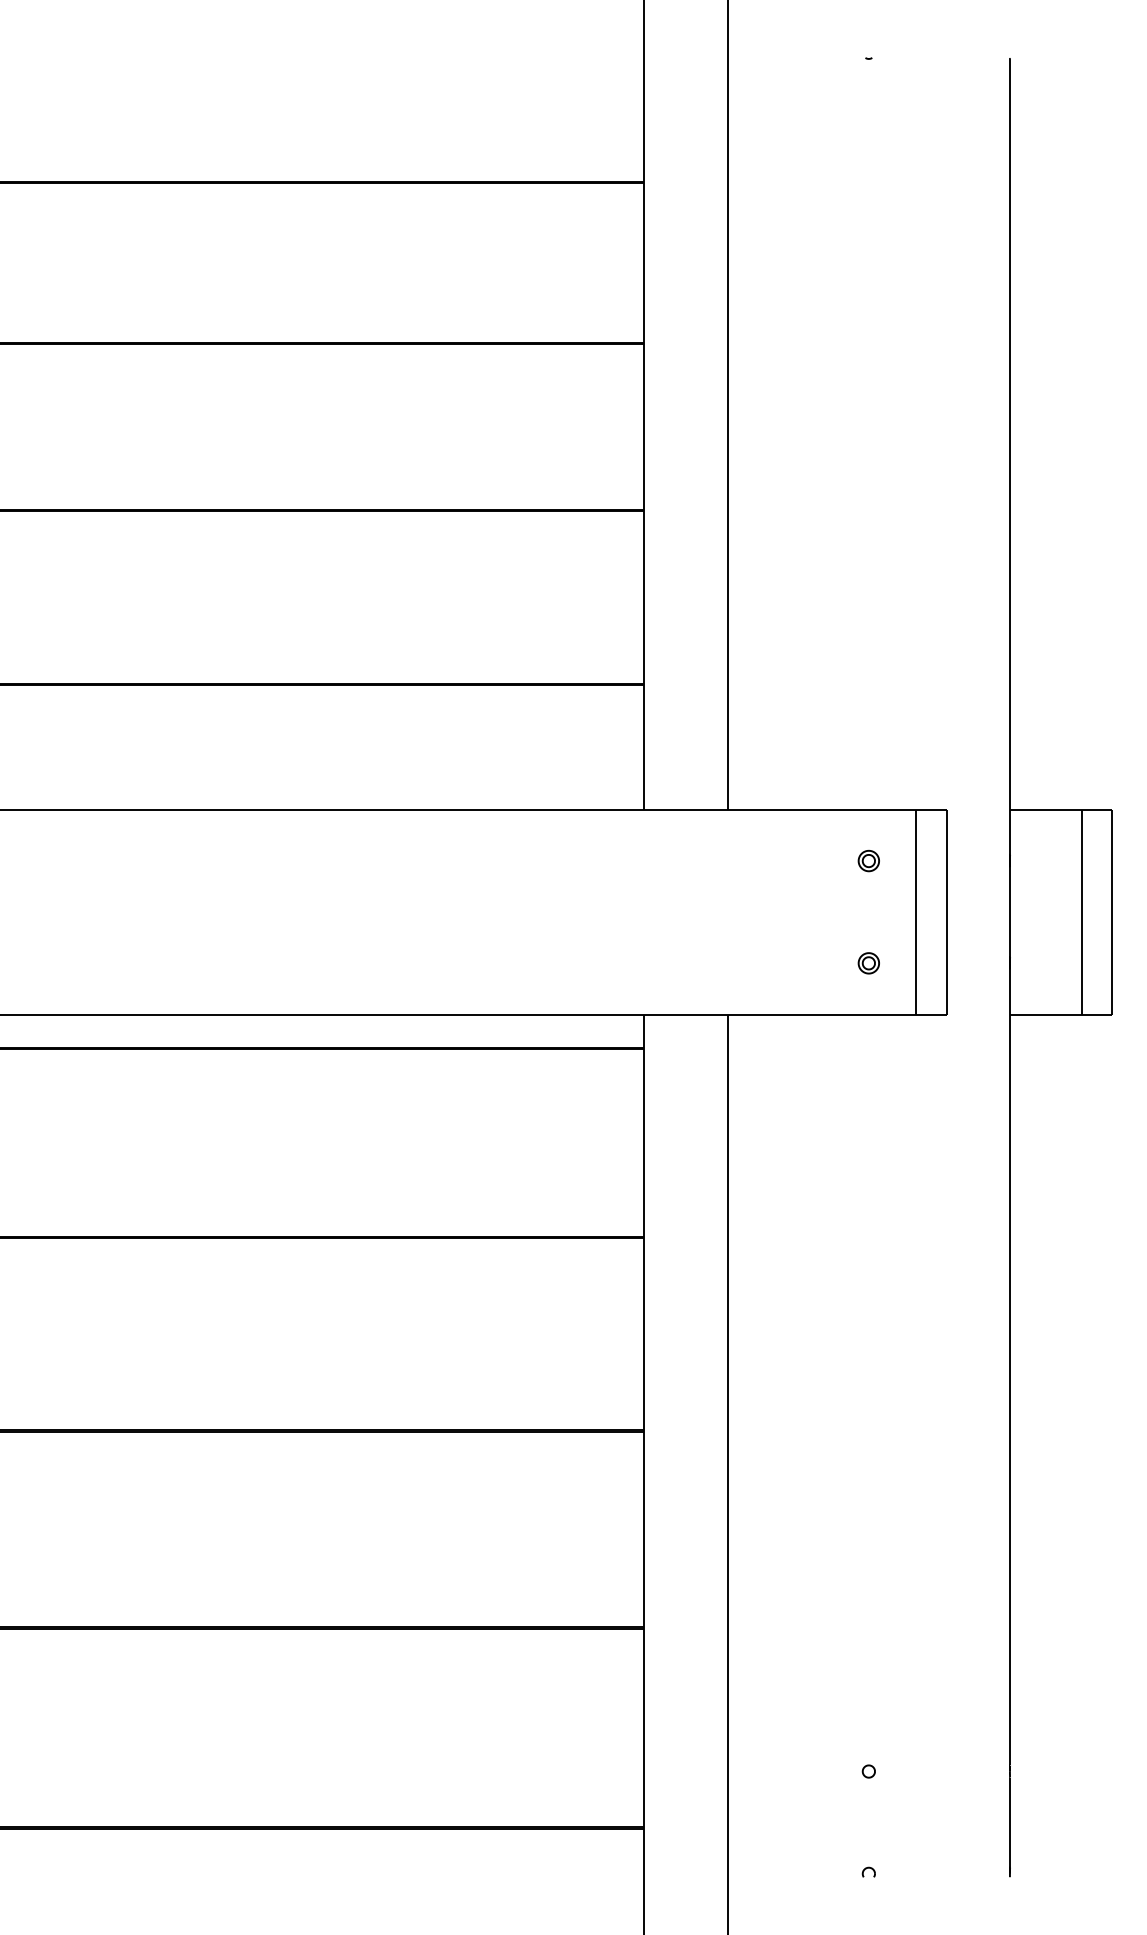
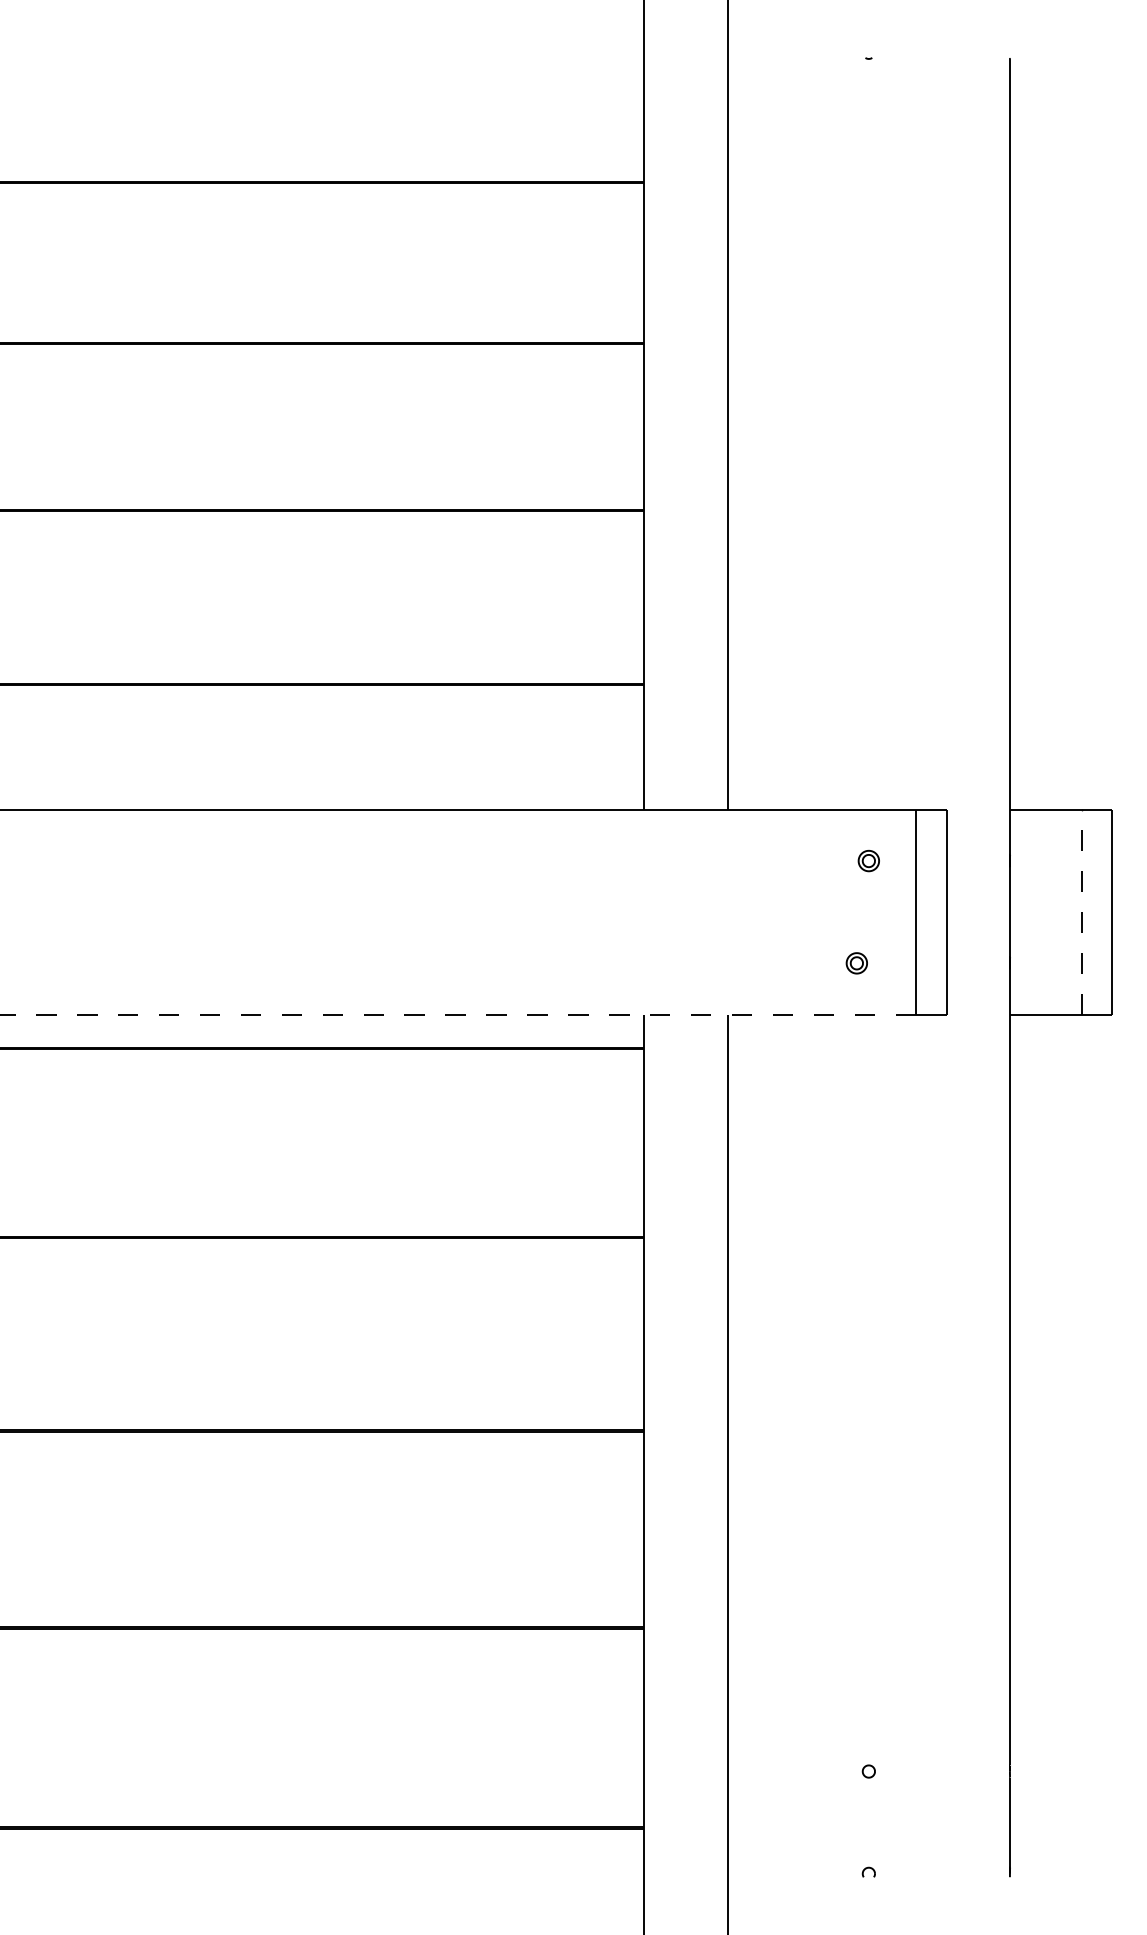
line at (1081, 911): solid -> dashed
part at (868, 963) position: (868, 963) -> (856, 963)
line at (458, 1014): solid -> dashed
